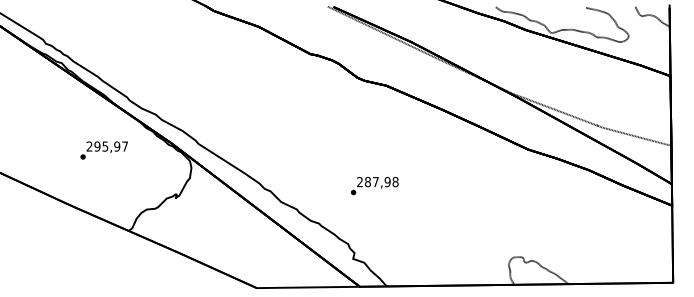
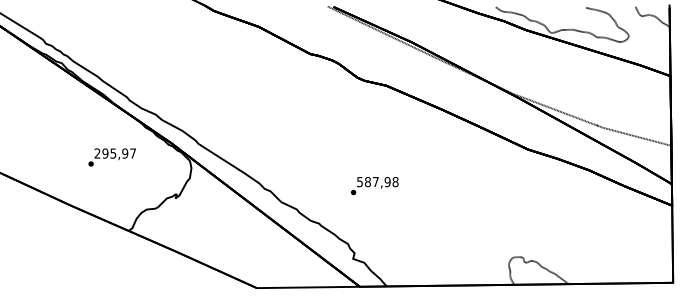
text at (103, 150) position: (103, 150) -> (111, 157)
text at (359, 182): 287,98 -> 587,98
